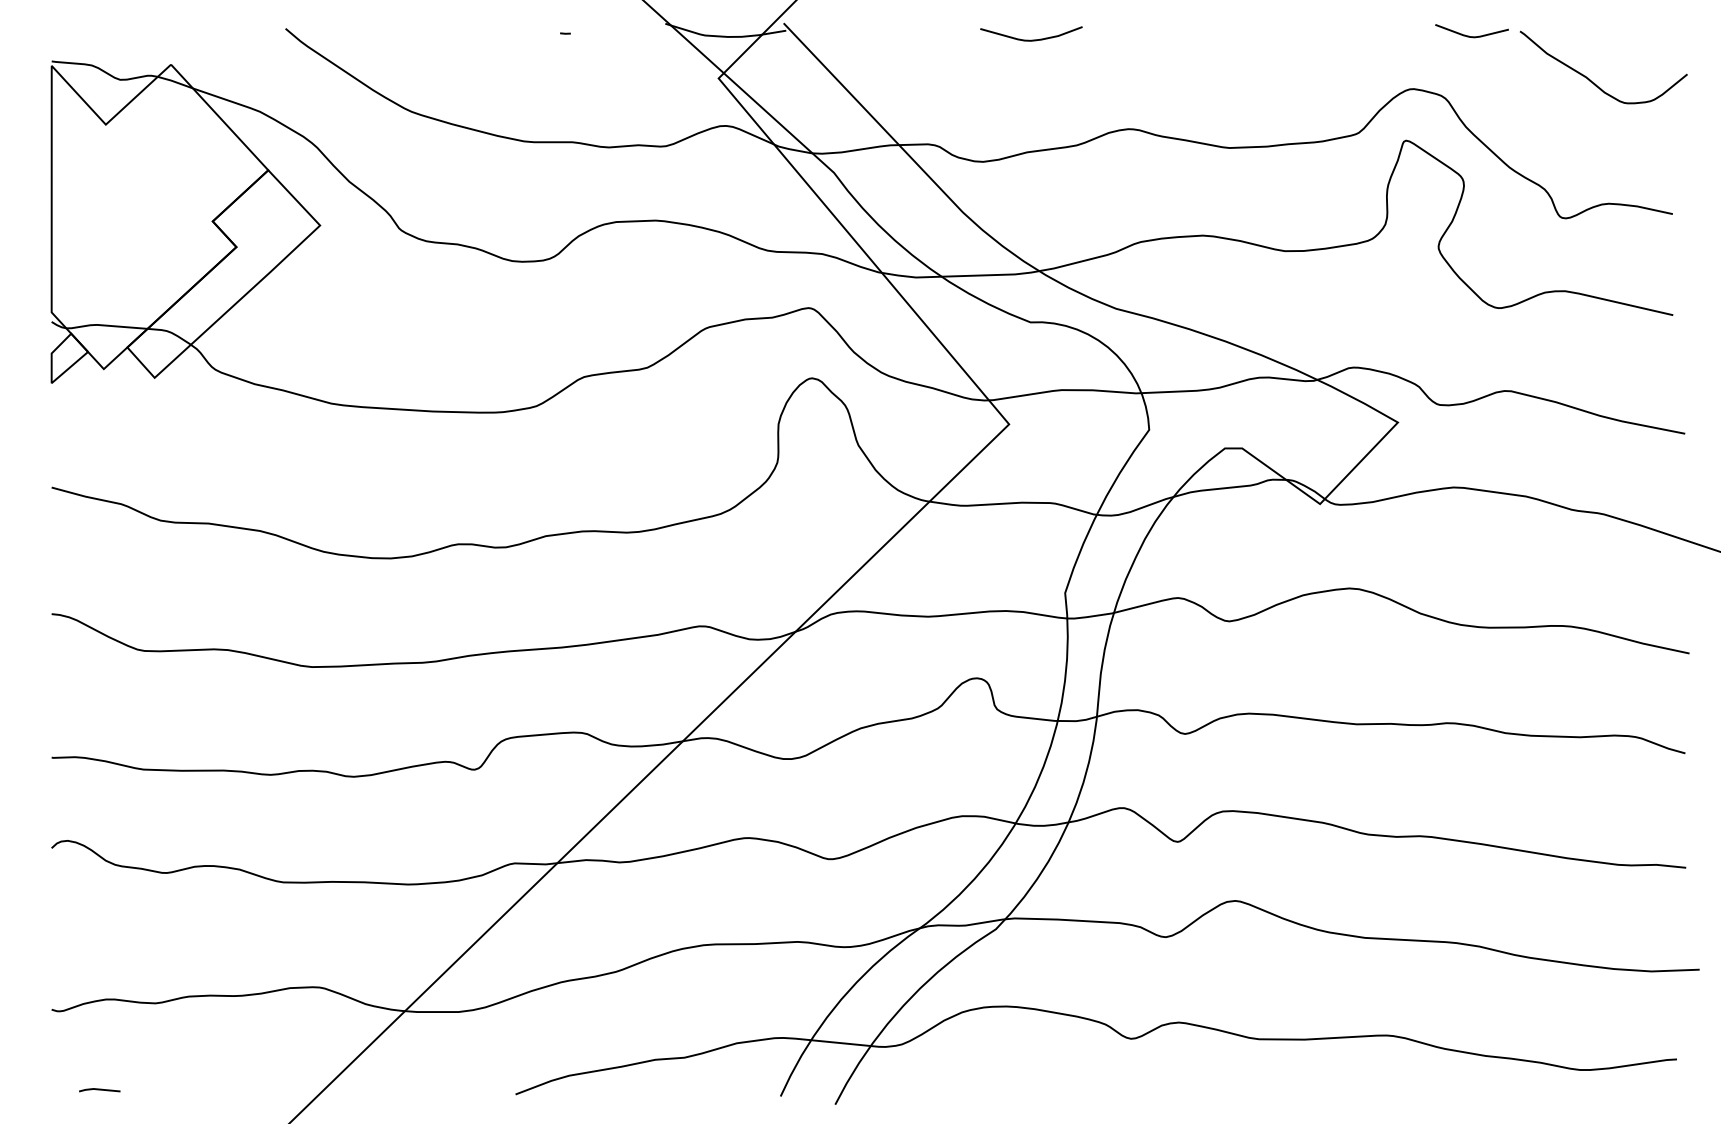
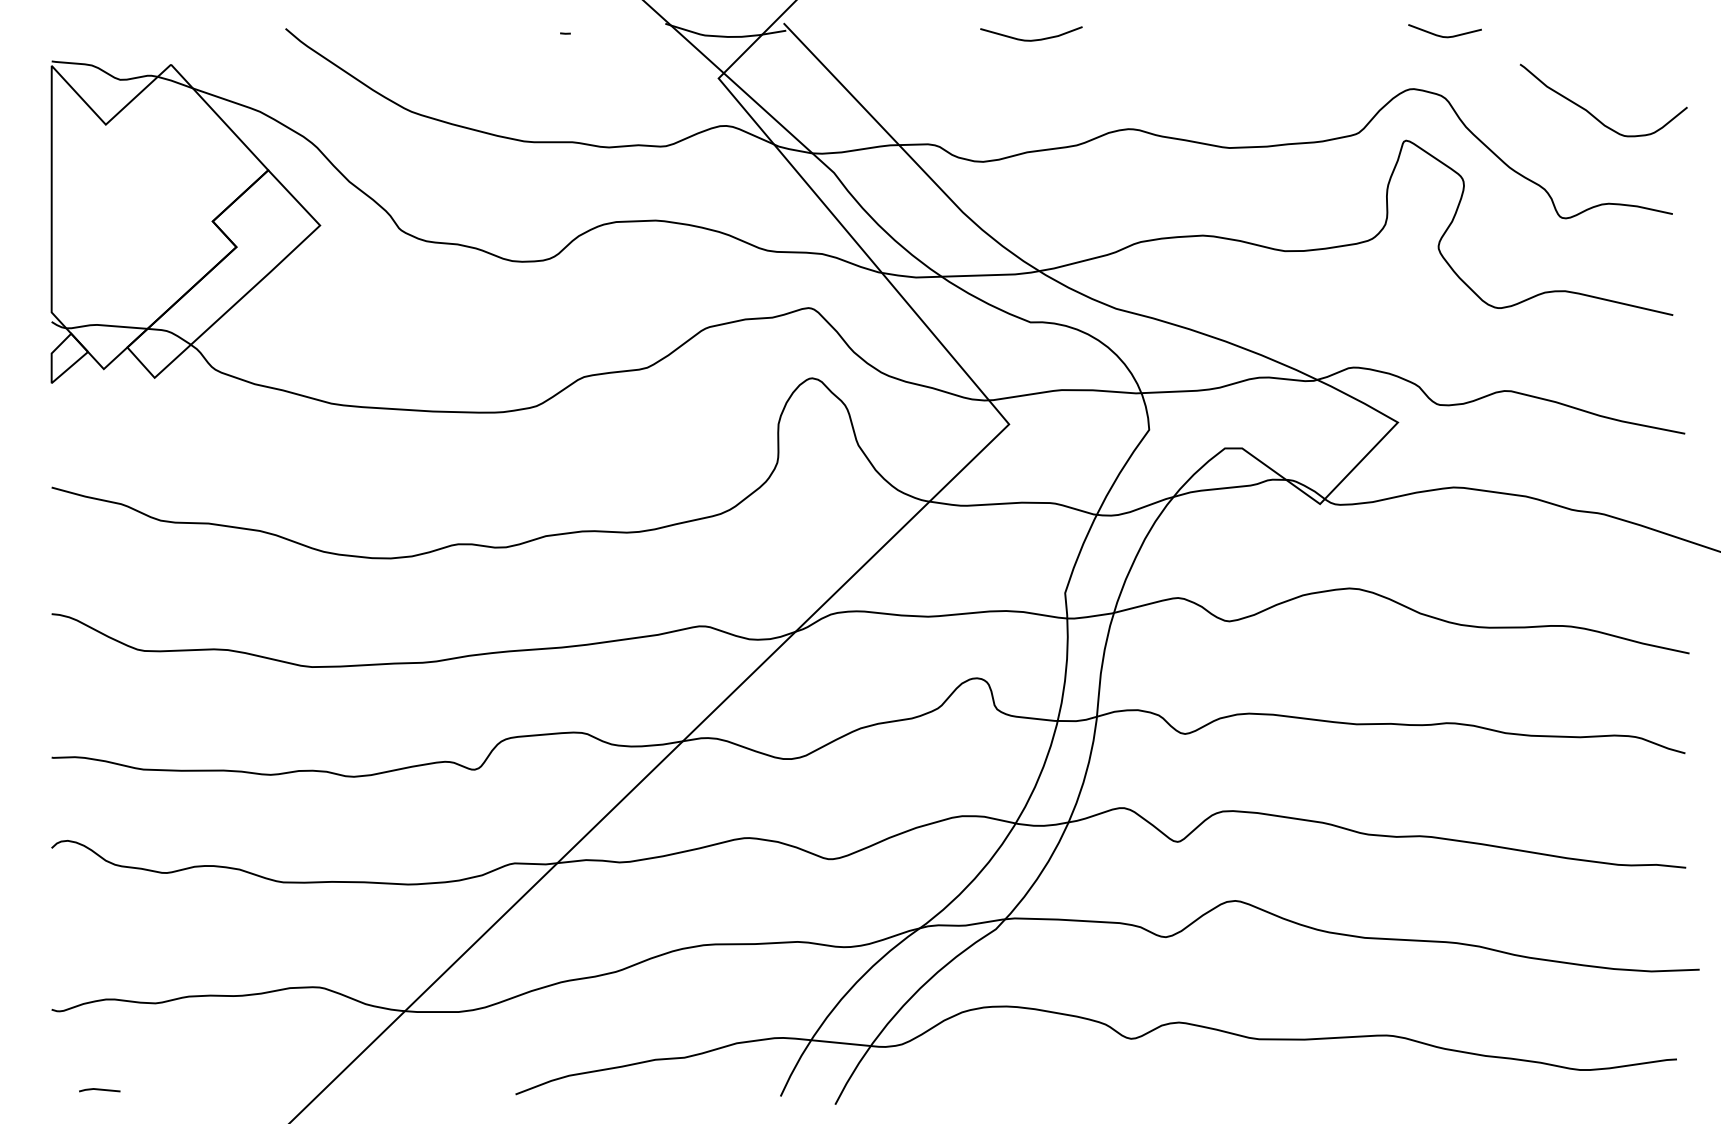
curve at (1469, 35) position: (1469, 35) -> (1442, 35)
curve at (1594, 82) position: (1594, 82) -> (1594, 115)
